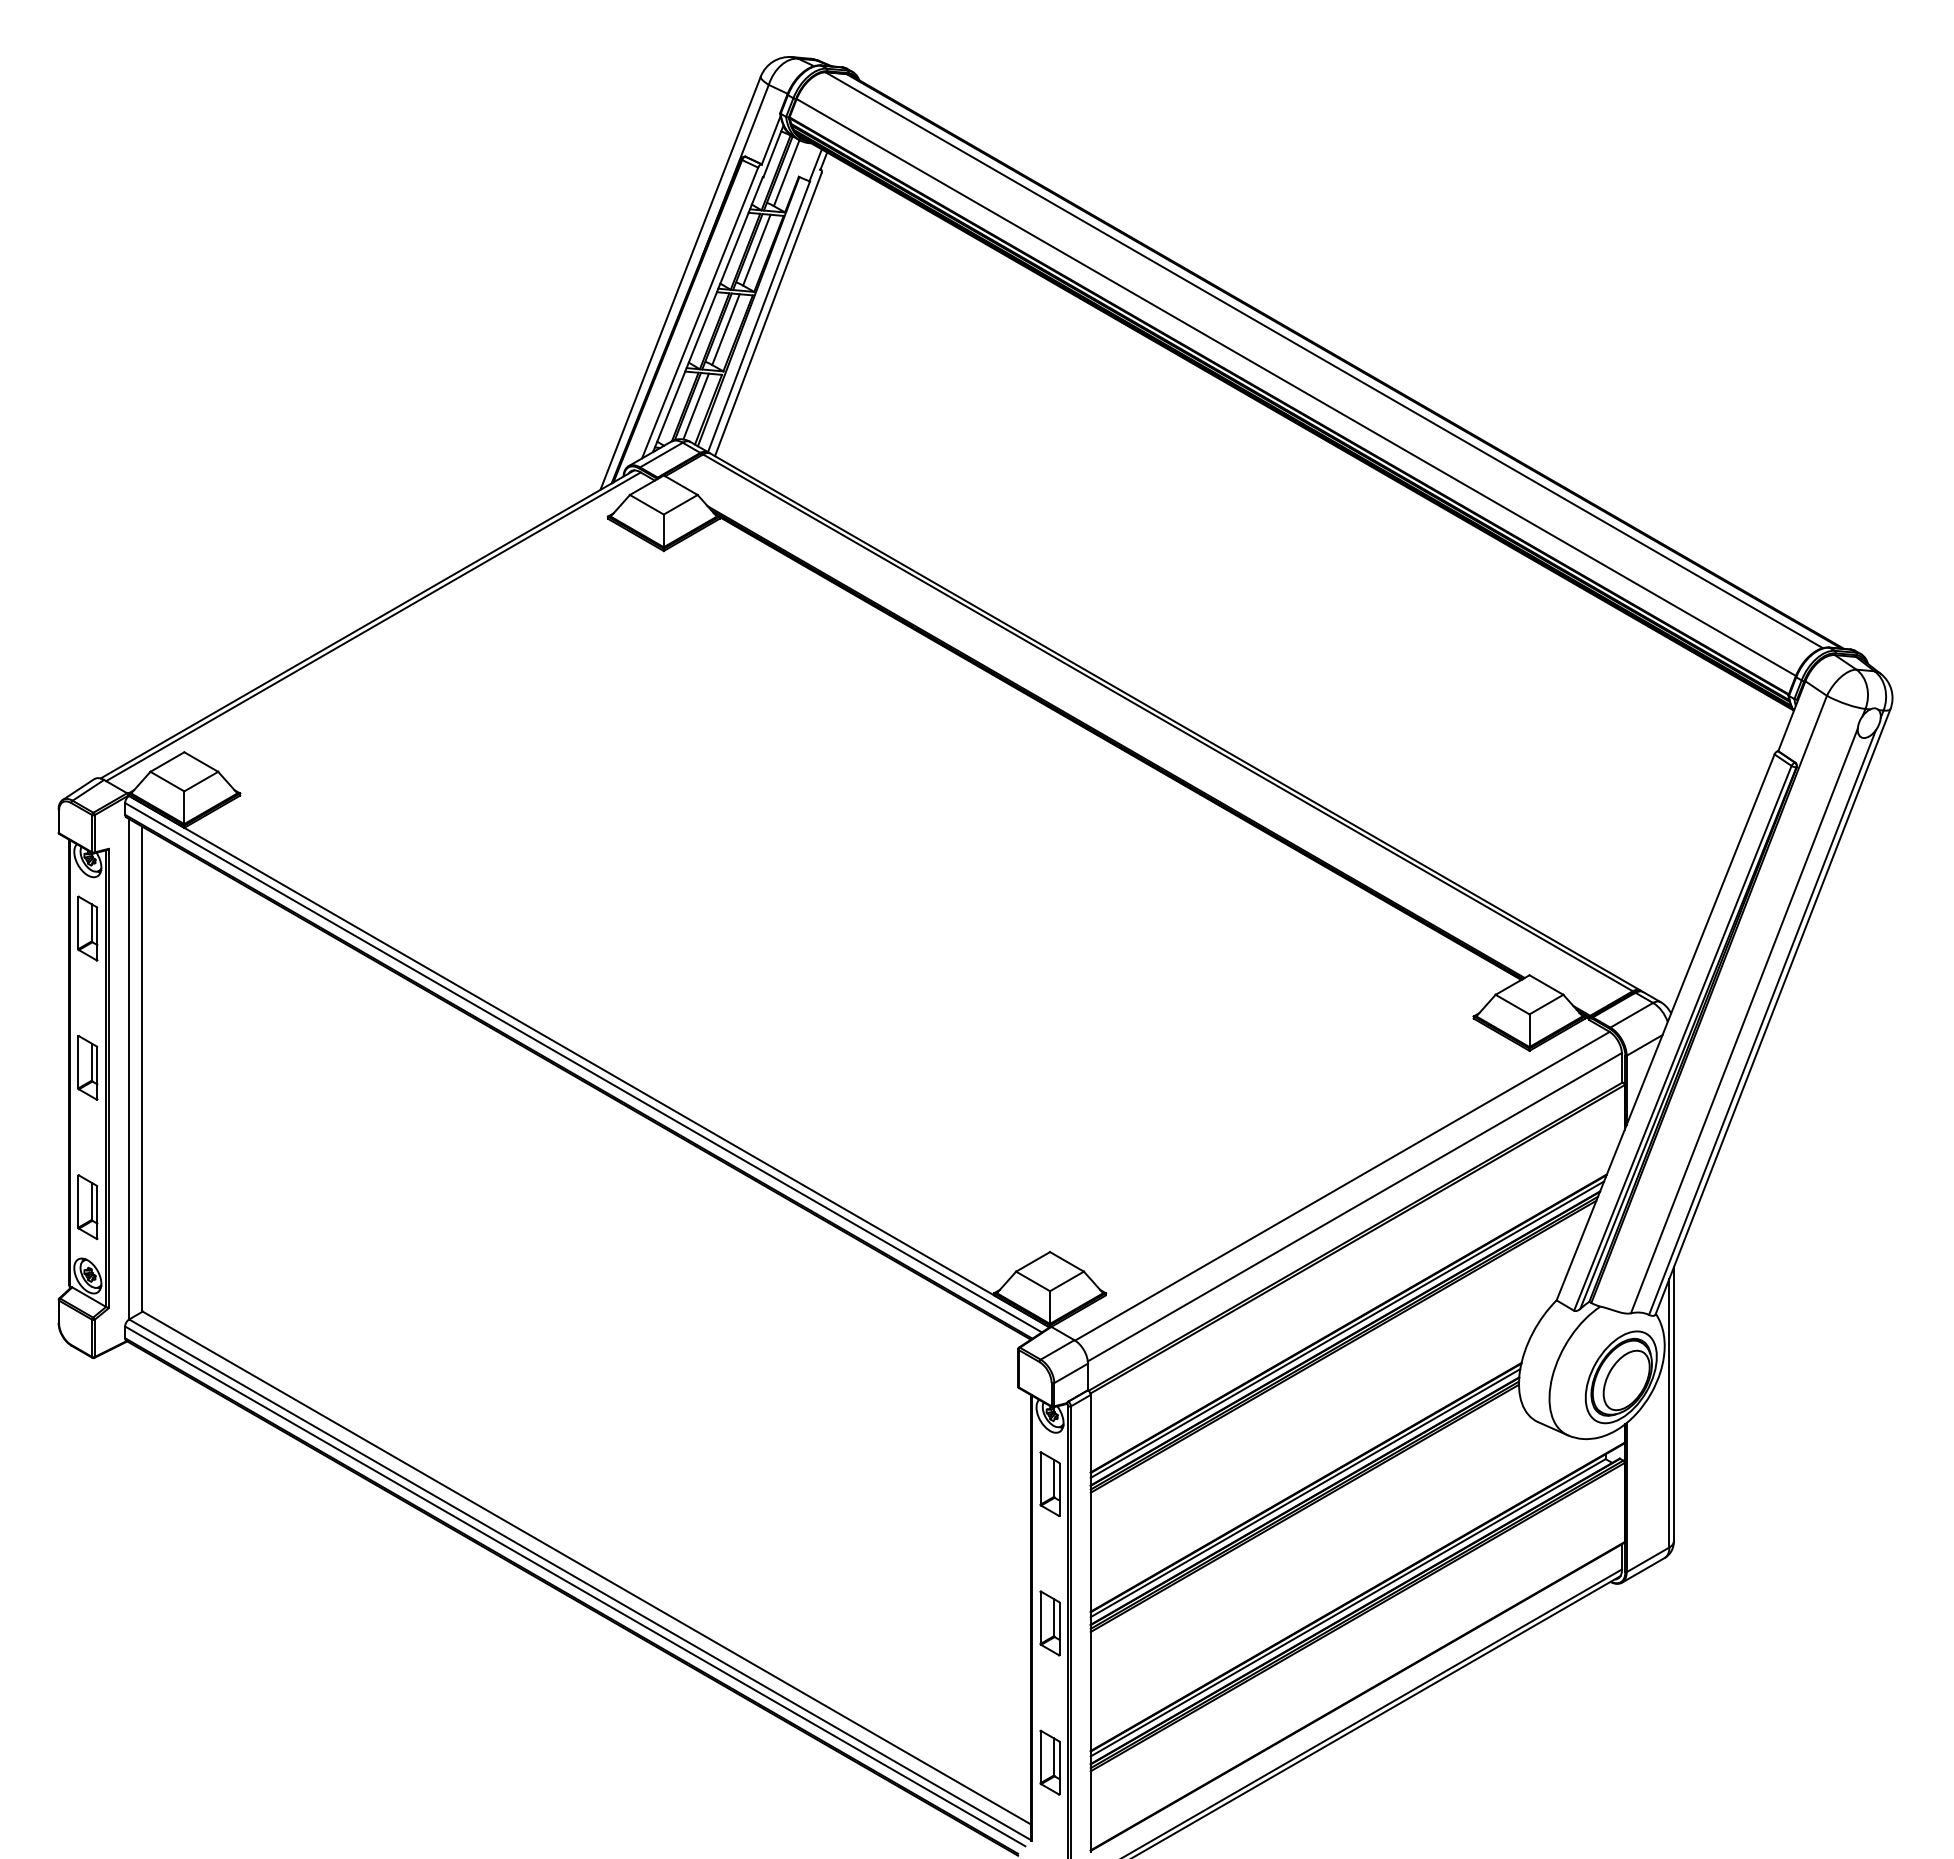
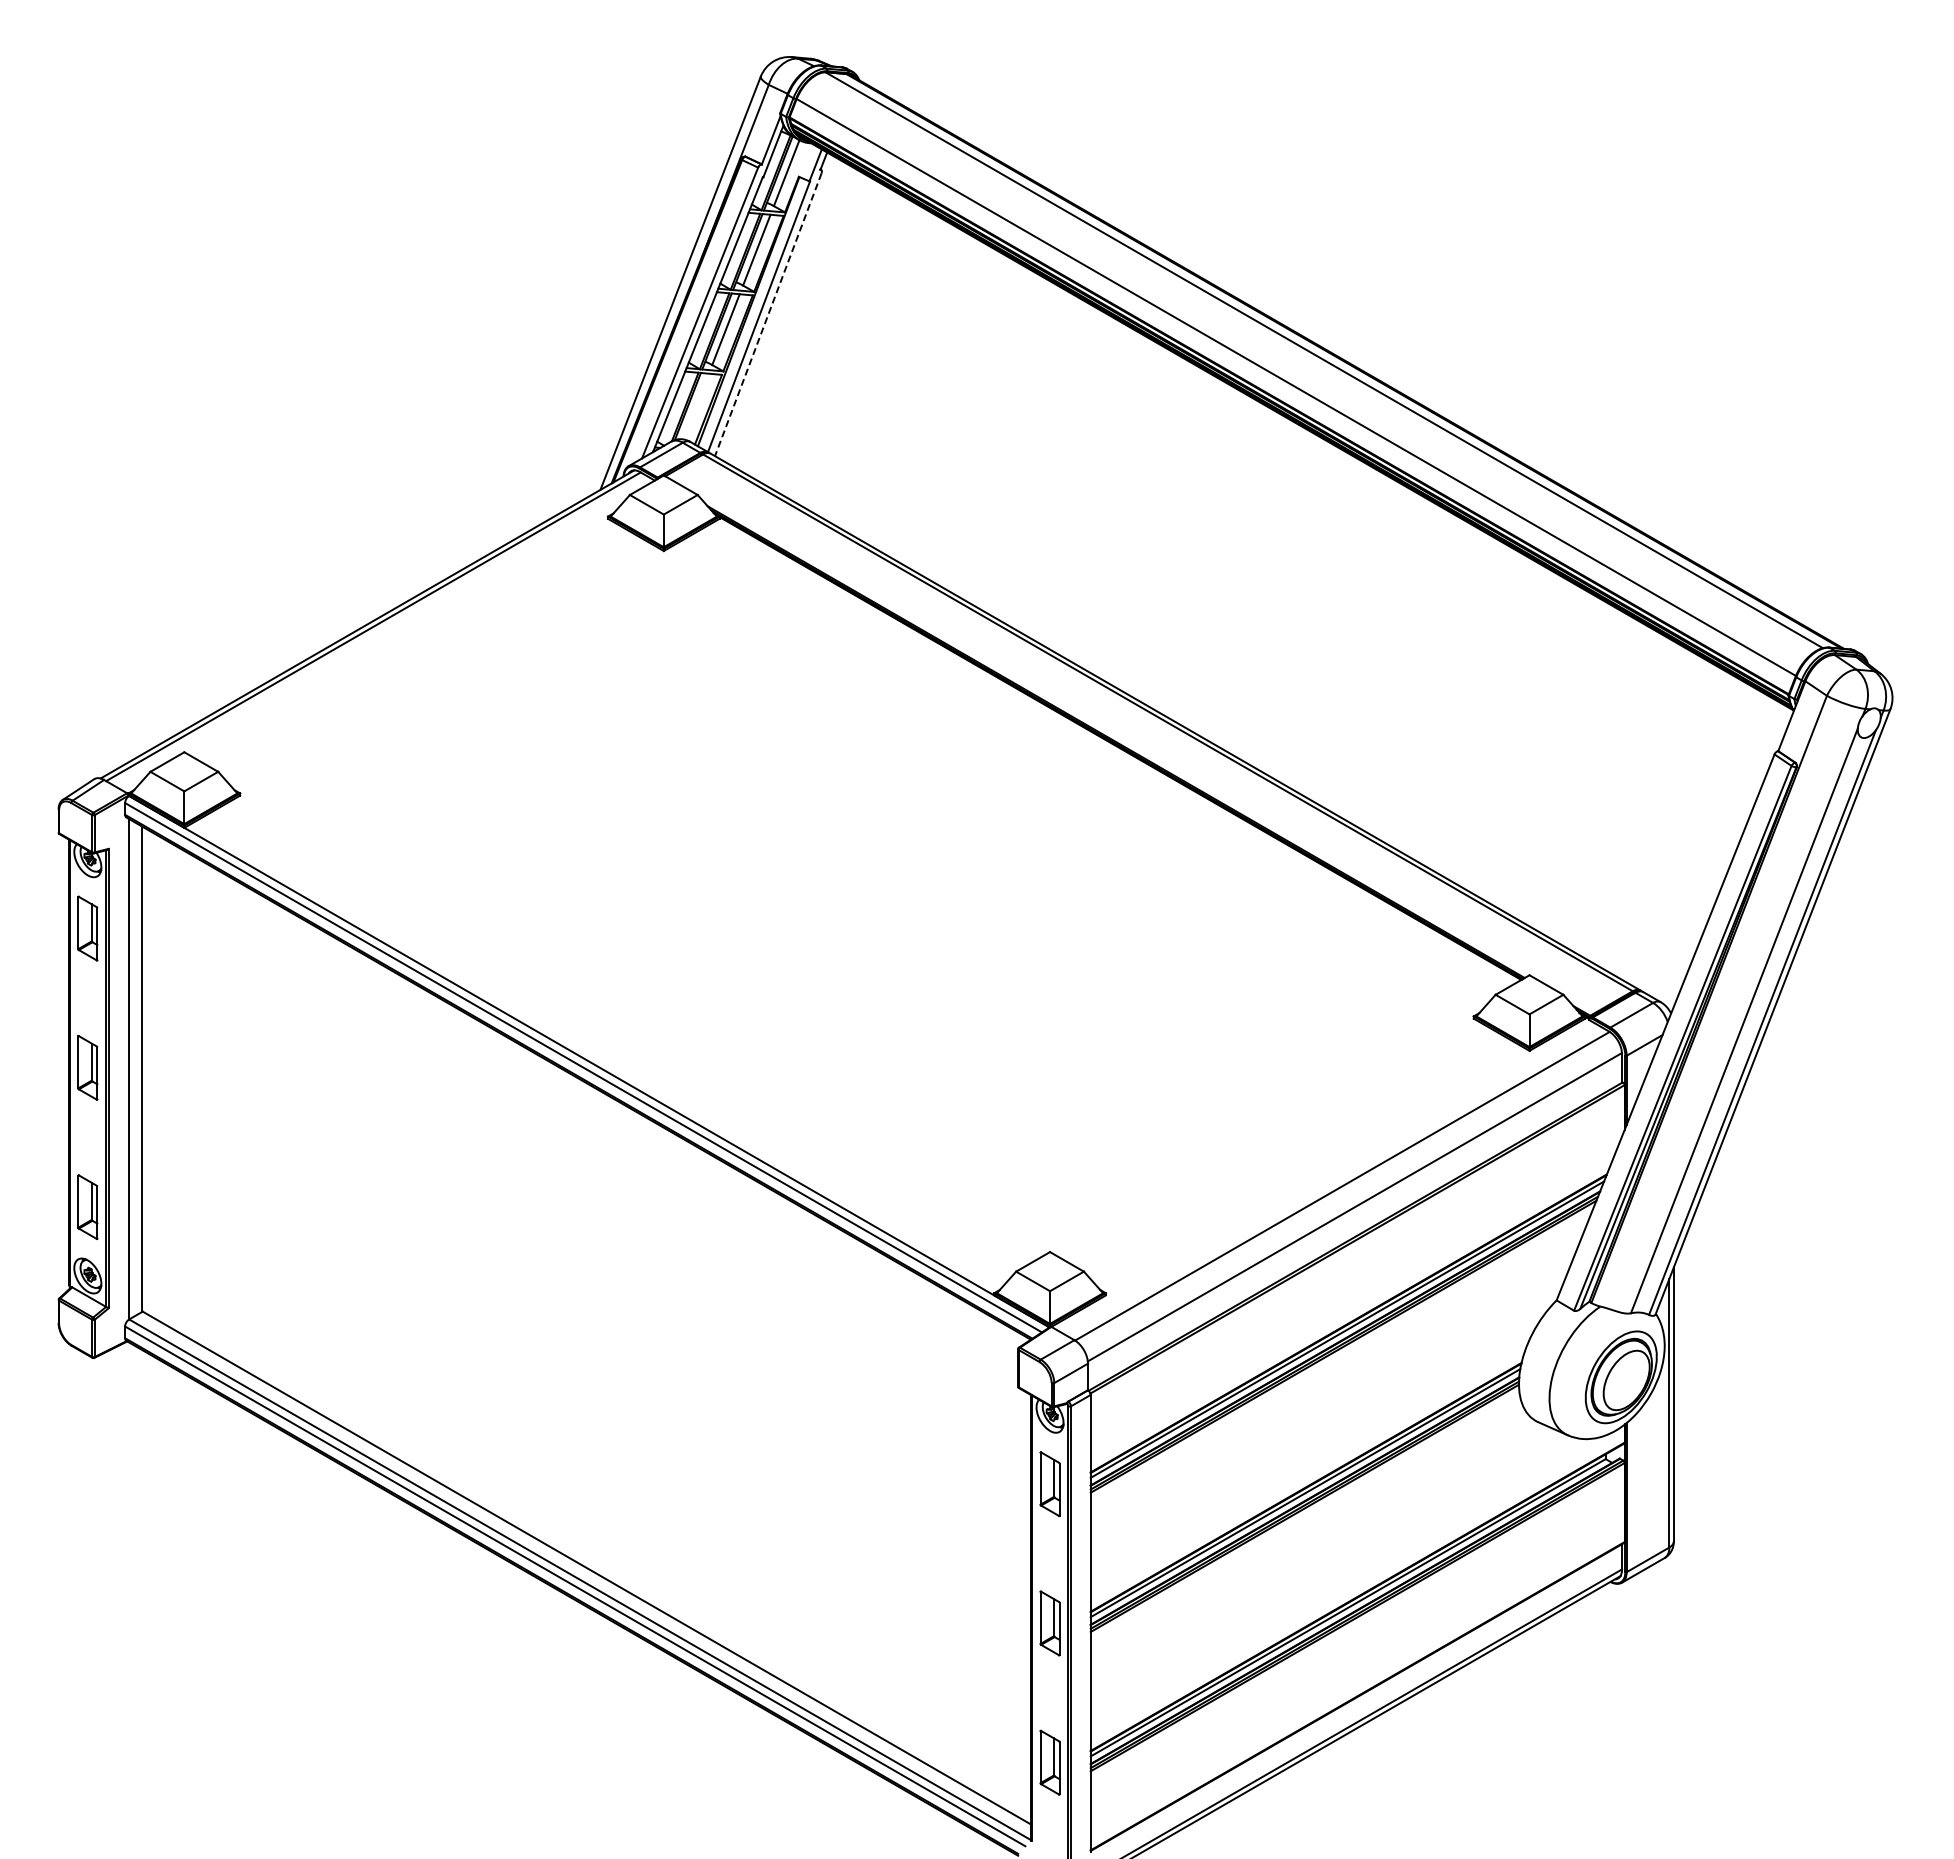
line at (768, 315): solid -> dashed
line at (695, 406): present -> none
